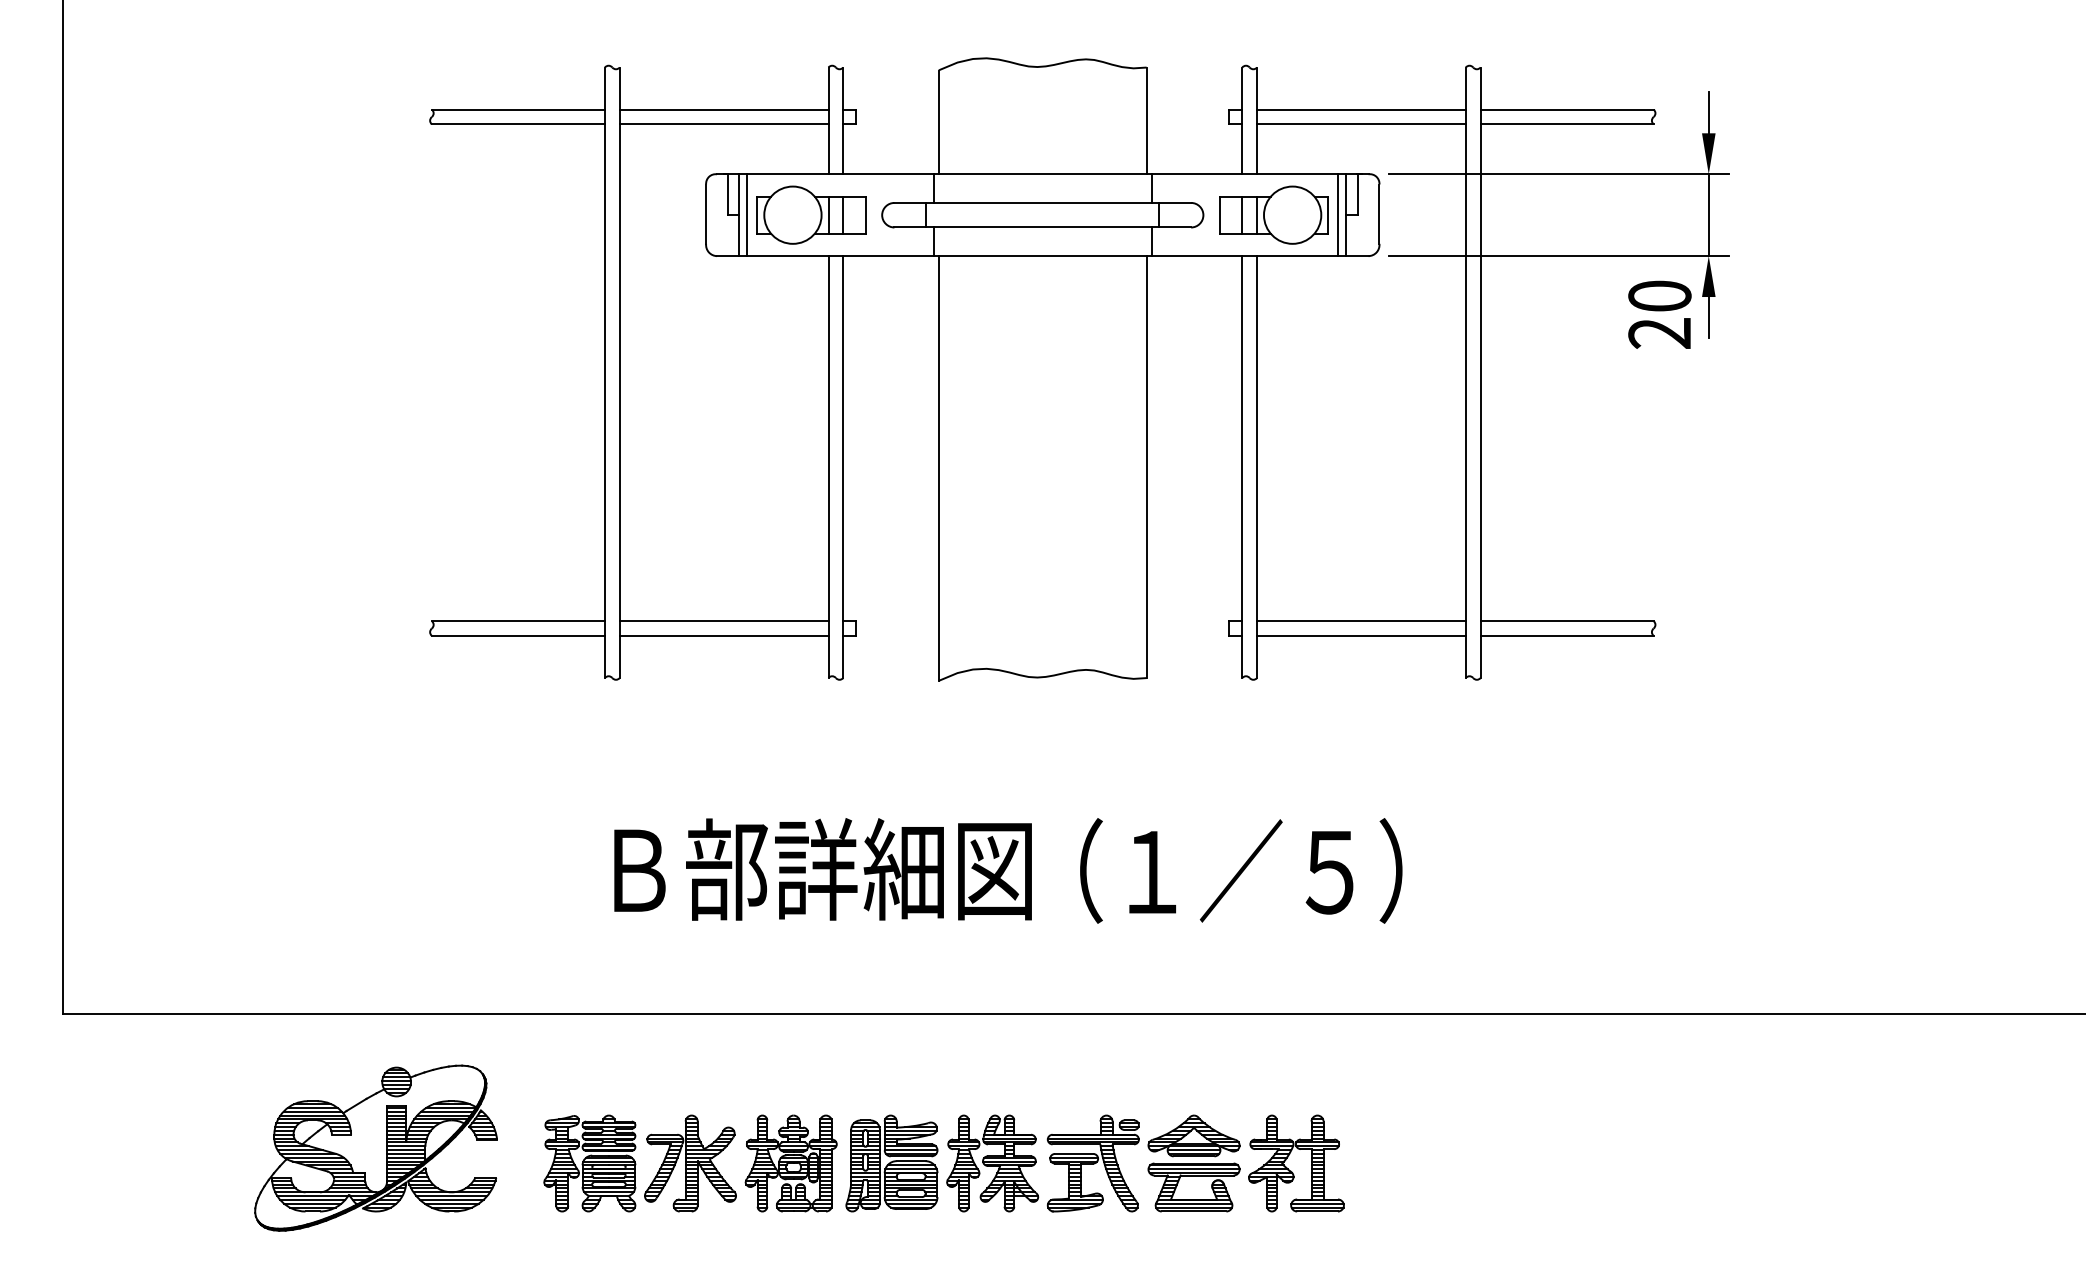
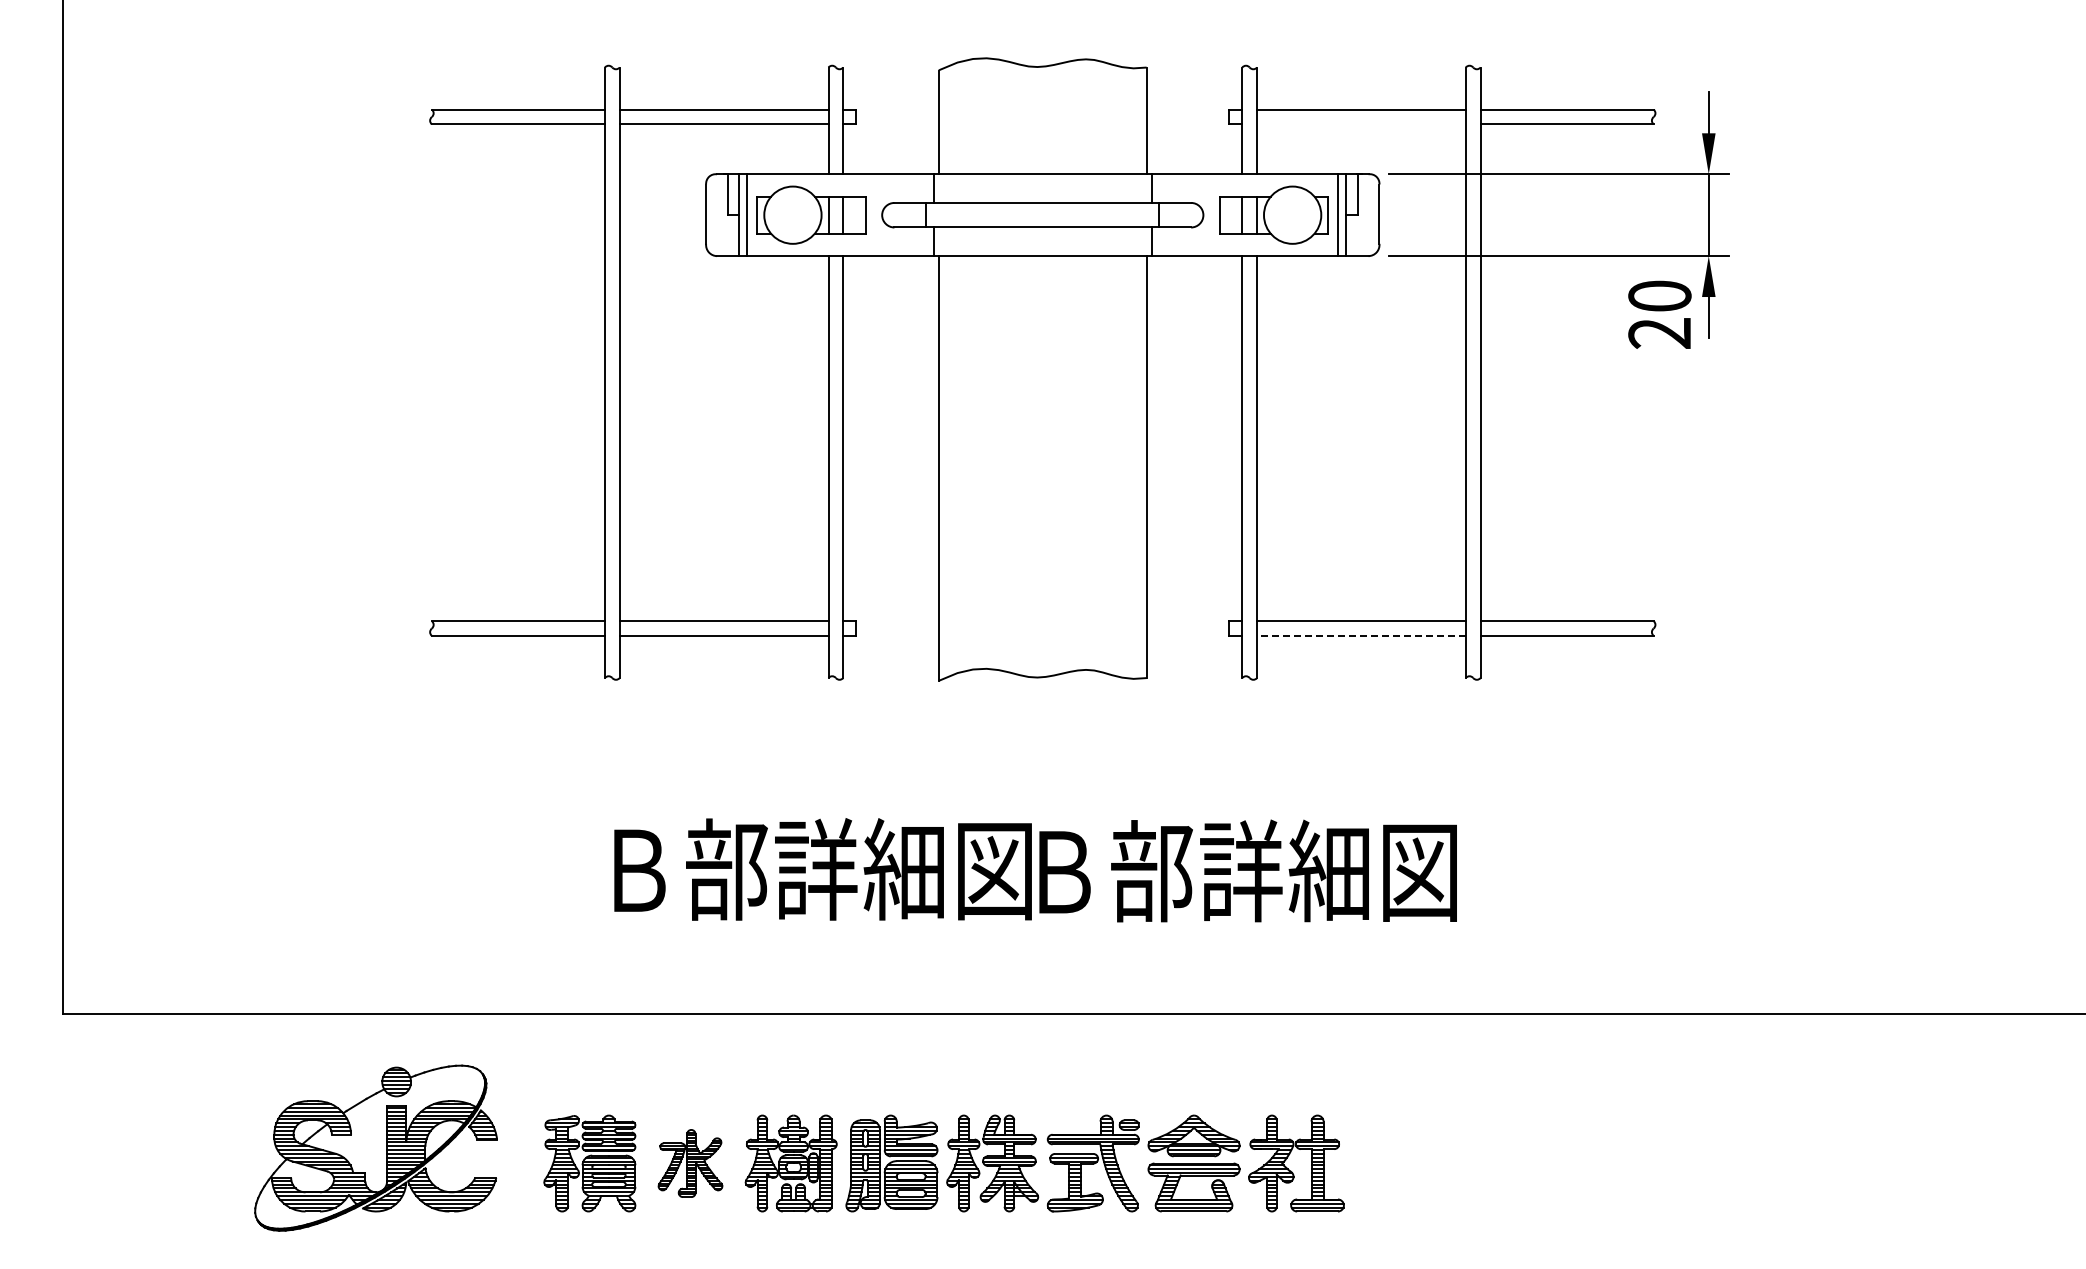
line at (1361, 124): present -> none
line at (1360, 635): solid -> dashed
text at (1247, 870): （１／５） -> Ｂ部詳細図
part at (690, 1163) size: 93x99 px -> 67x69 px
